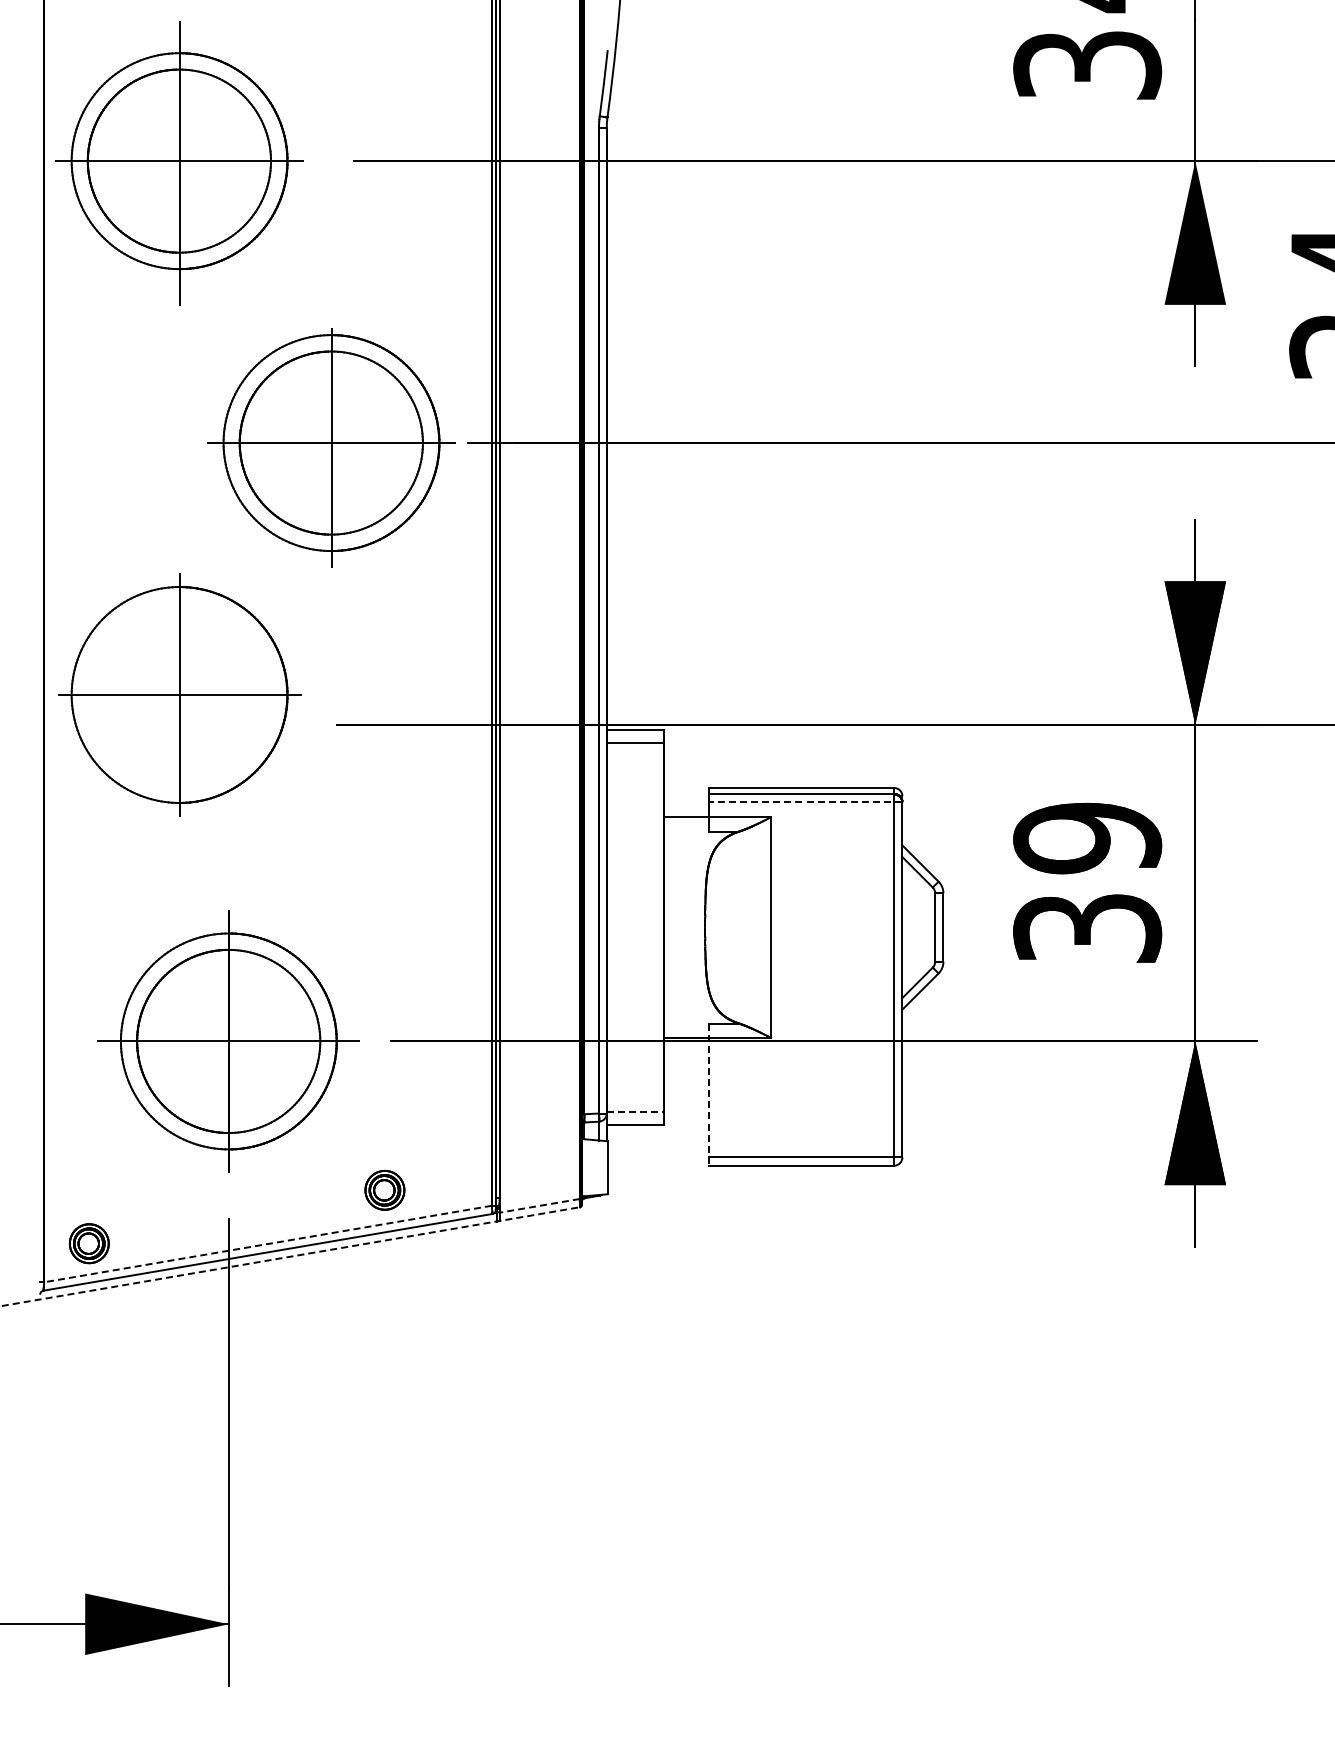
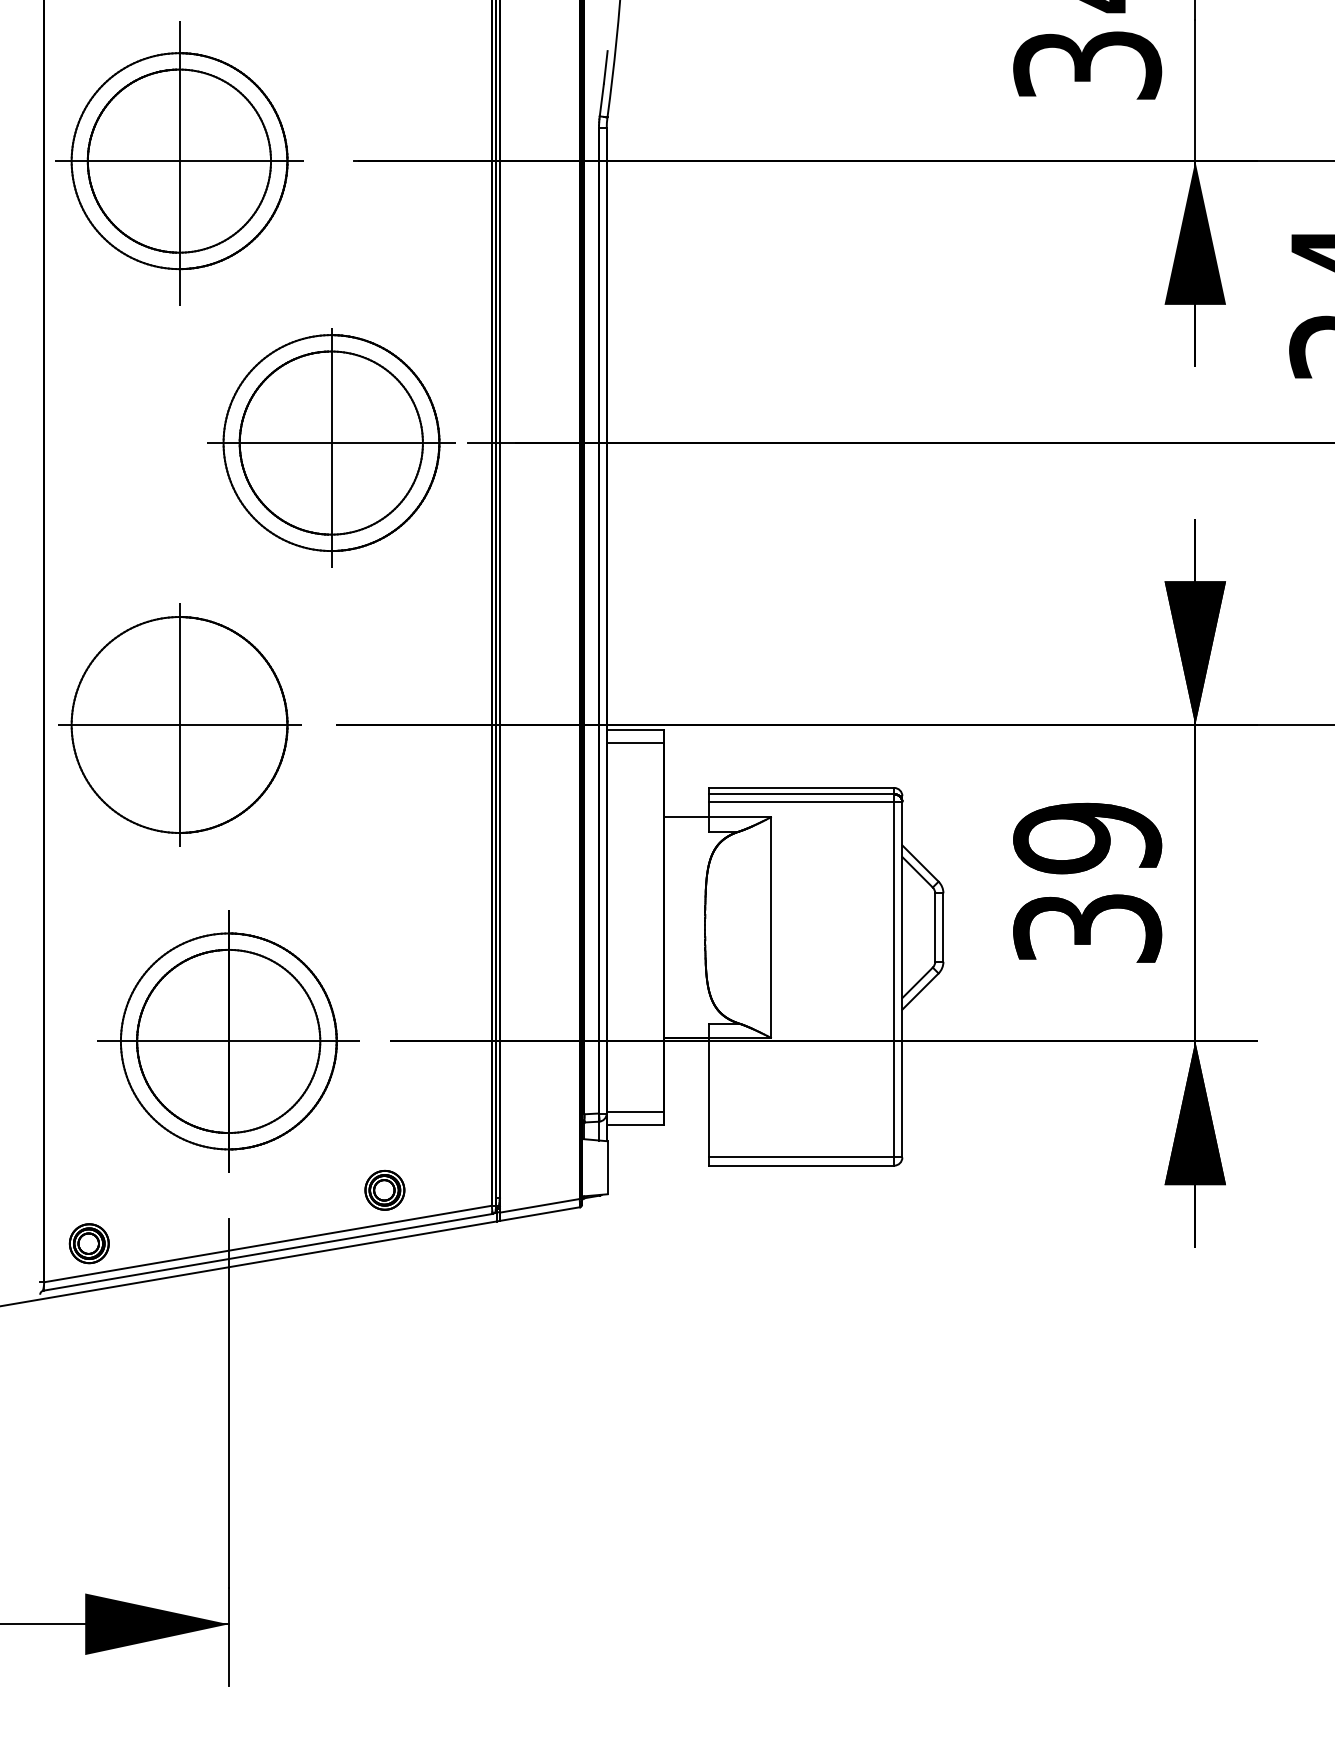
part at (179, 694) position: (179, 694) -> (179, 724)
line at (805, 802): dashed -> solid
line at (709, 1095): dashed -> solid
line at (635, 1112): dashed -> solid
line at (539, 1205): dashed -> solid
line at (267, 1244): dashed -> solid
line at (290, 1256): dashed -> solid
